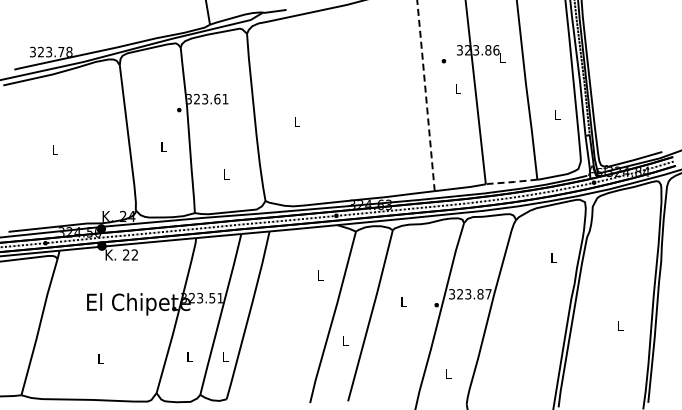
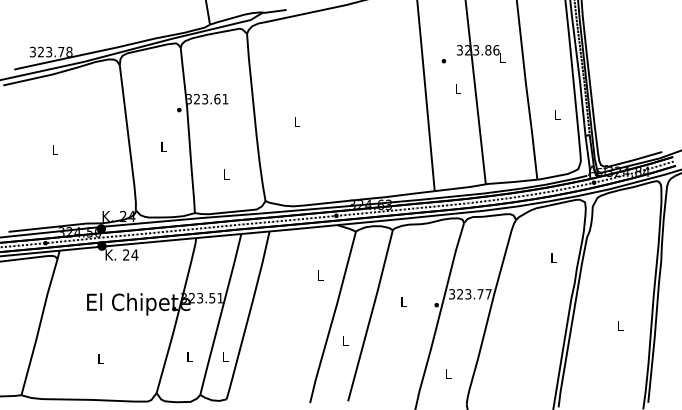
line at (425, 94): dashed -> solid
line at (510, 182): dashed -> solid
text at (134, 254): 22 -> 24
text at (480, 294): 323.87 -> 323.77
